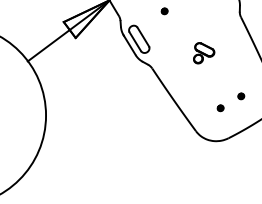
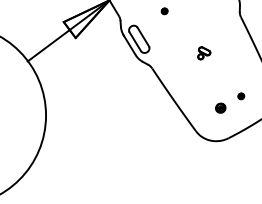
part at (204, 53) size: 23x23 px -> 15x15 px
part at (220, 108) size: 9x9 px -> 12x12 px
